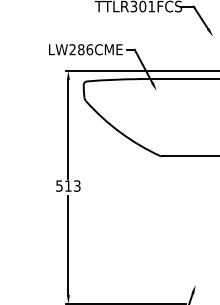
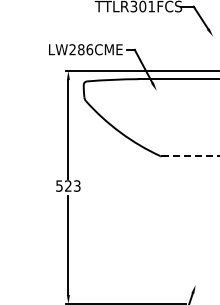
line at (190, 156): solid -> dashed
text at (68, 185): 513 -> 523
